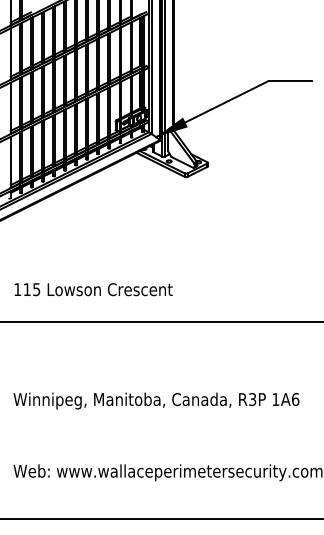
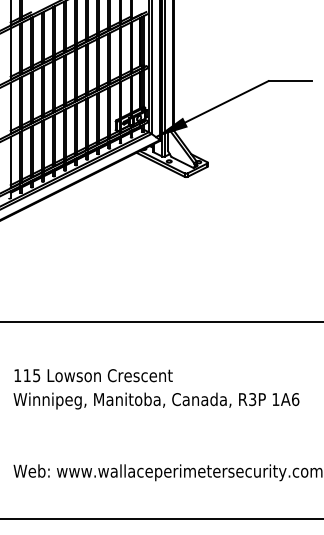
text at (93, 289) position: (93, 289) -> (93, 375)
